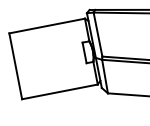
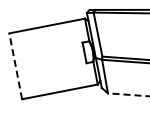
line at (15, 66): solid -> dashed
line at (128, 94): solid -> dashed
